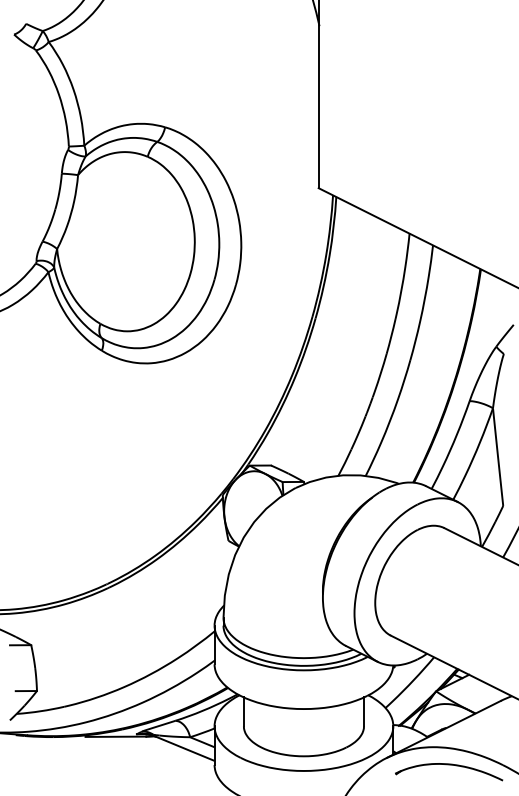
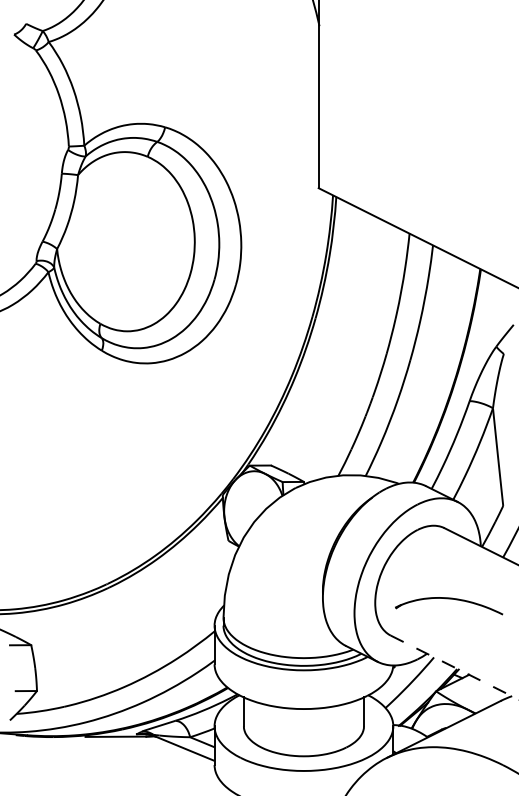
line at (455, 667): solid -> dashed
part at (449, 765) position: (449, 765) -> (449, 599)
